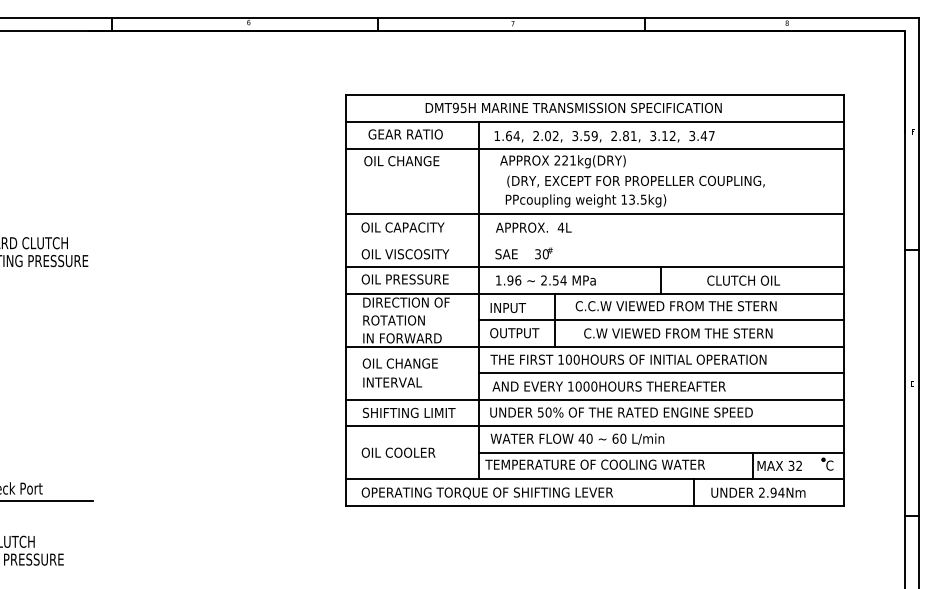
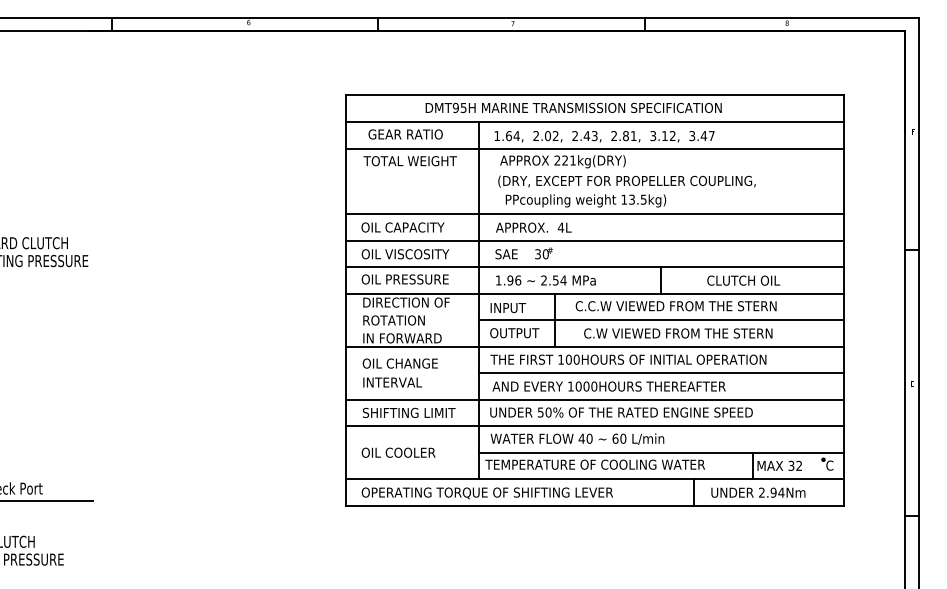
text at (584, 136): 3.59, -> 2.43,
text at (409, 161): OIL CHANGE -> TOTAL WEIGHT
text at (635, 181) position: (635, 181) -> (626, 181)
line at (594, 240): none -> present
